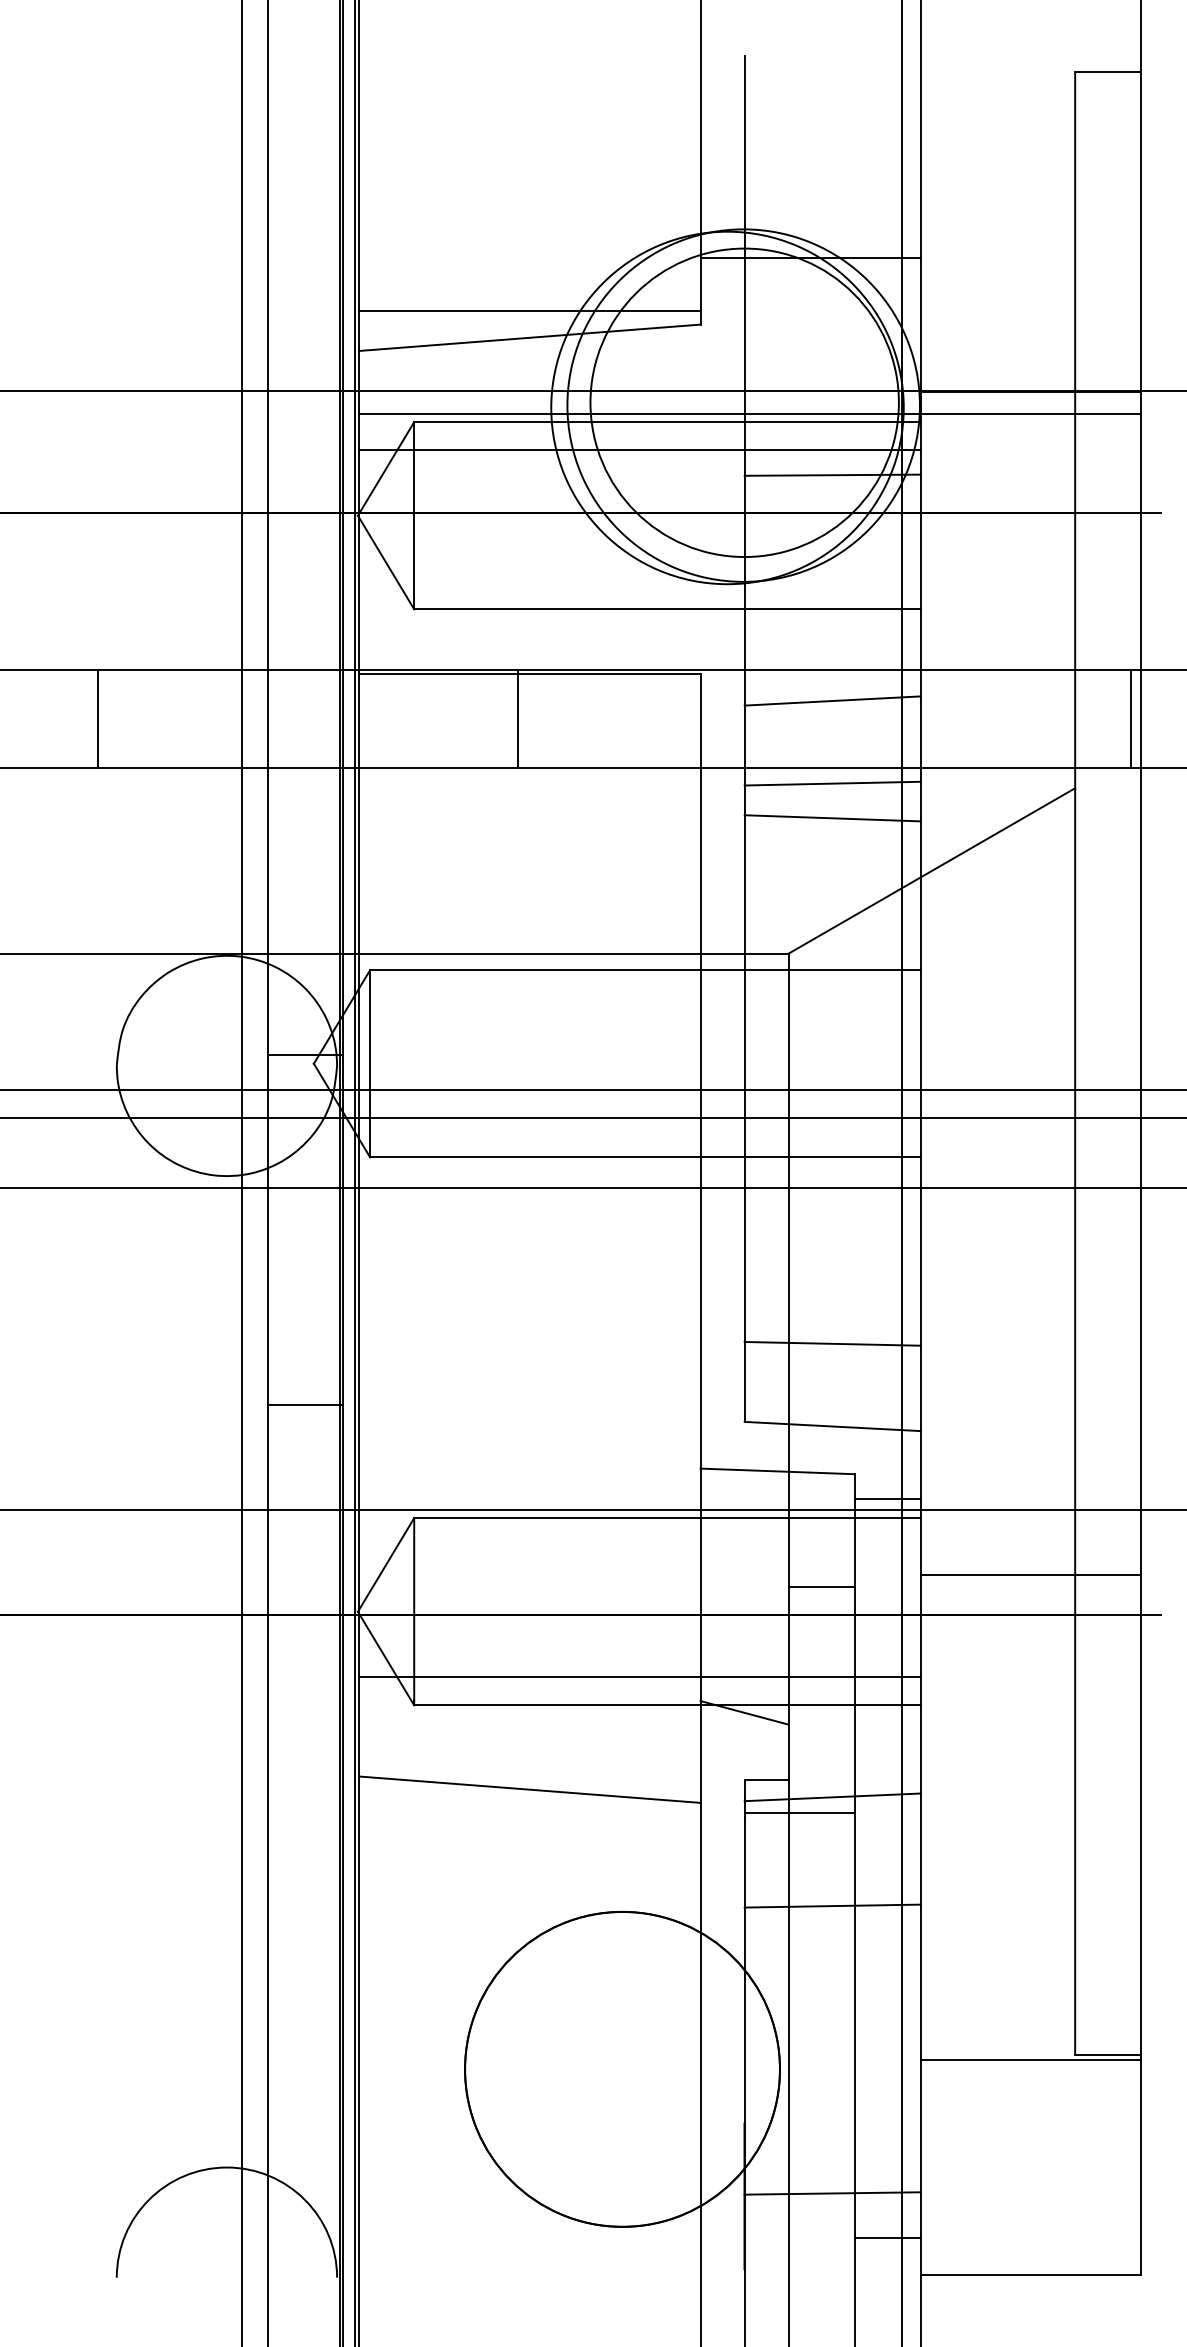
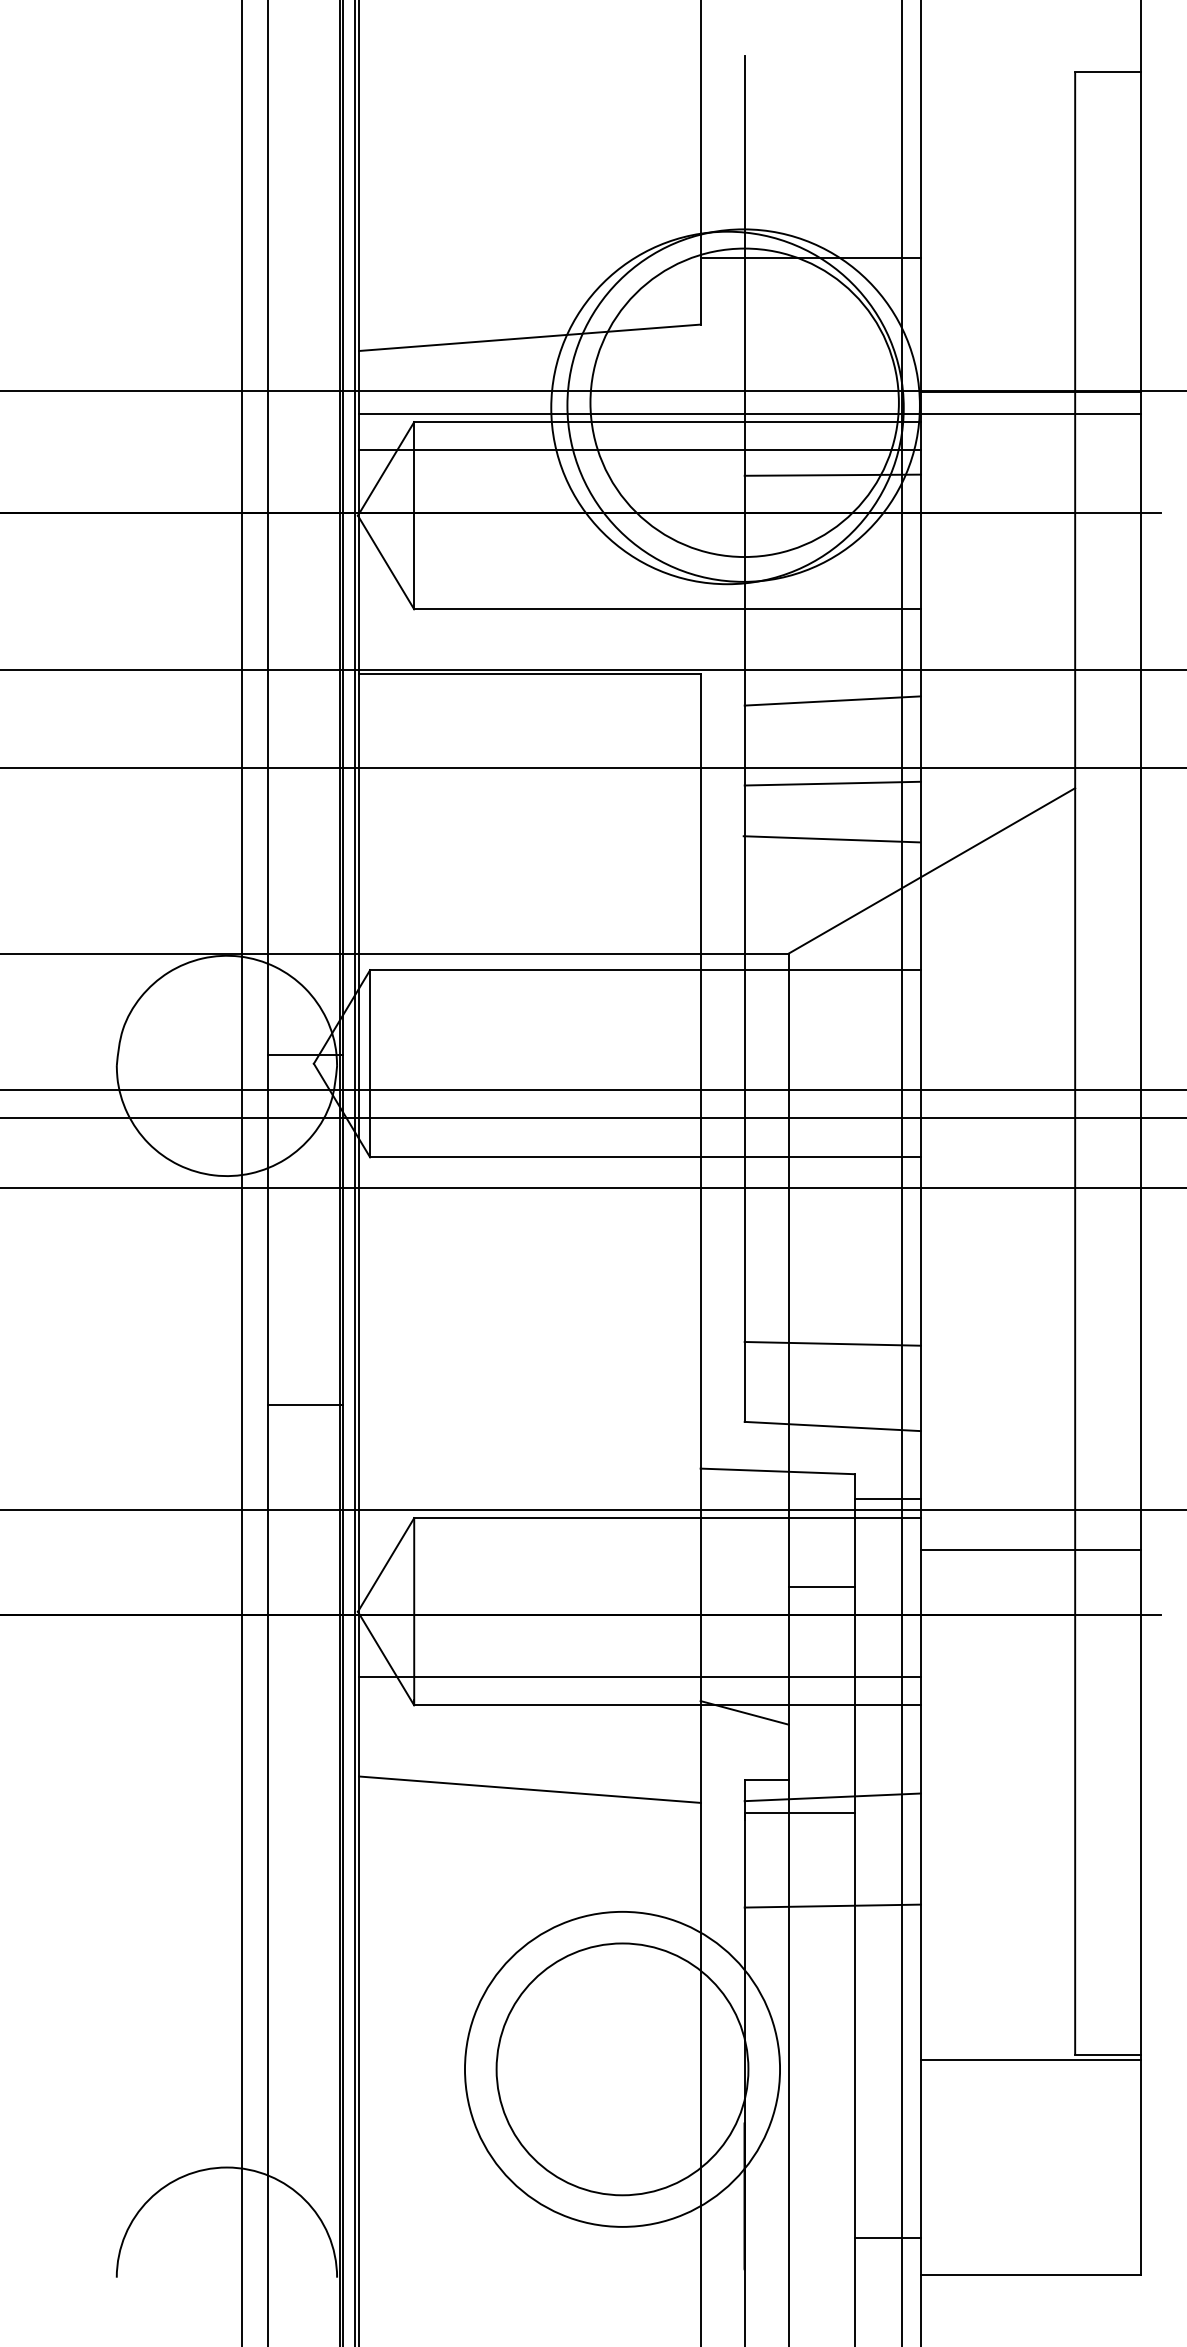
line at (529, 310): present -> none
line at (97, 719): present -> none
line at (517, 719): present -> none
line at (1131, 719): present -> none
line at (832, 818) position: (832, 818) -> (831, 839)
line at (1030, 1575) position: (1030, 1575) -> (1030, 1550)
circle at (622, 2069) diameter: 315 px -> 252 px
line at (832, 2193): present -> none
